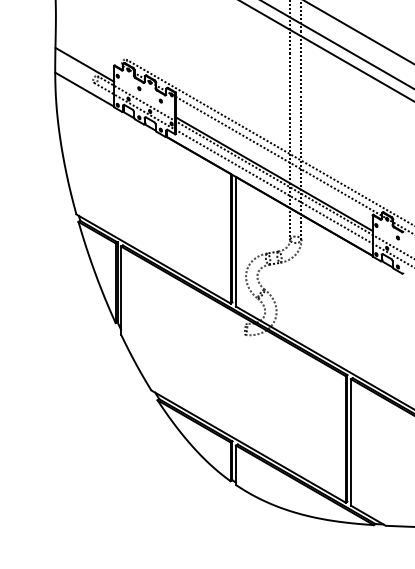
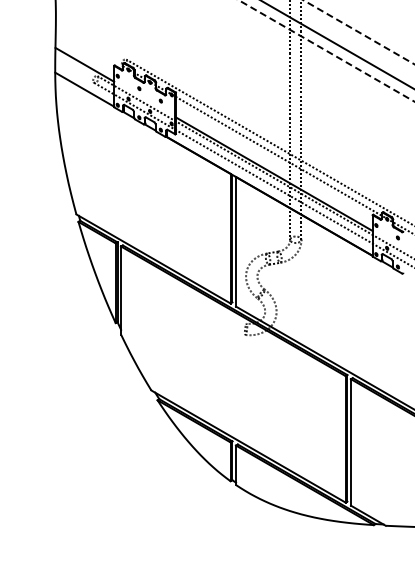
line at (359, 32): solid -> dashed
line at (327, 51): solid -> dashed
